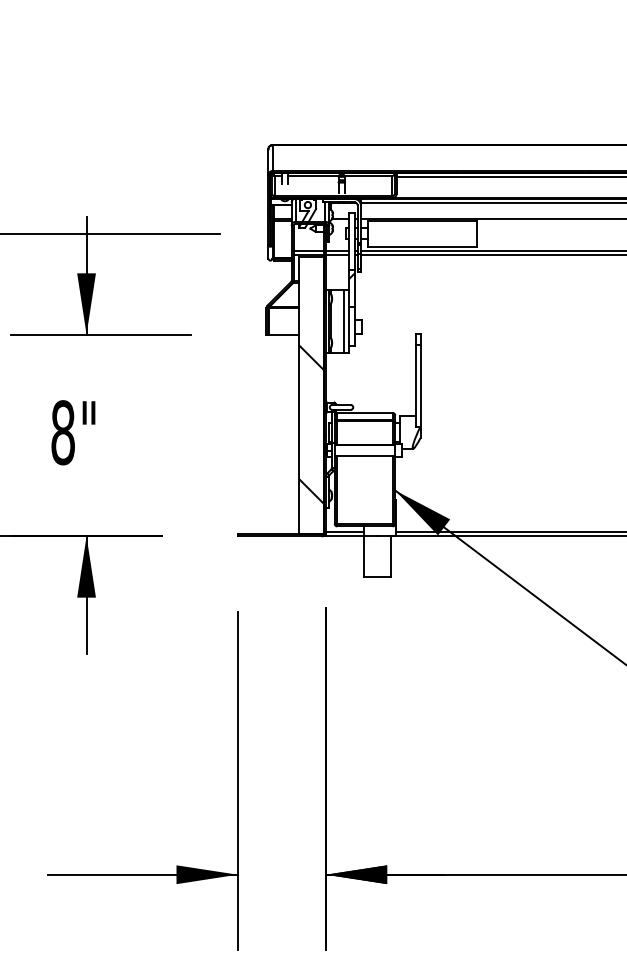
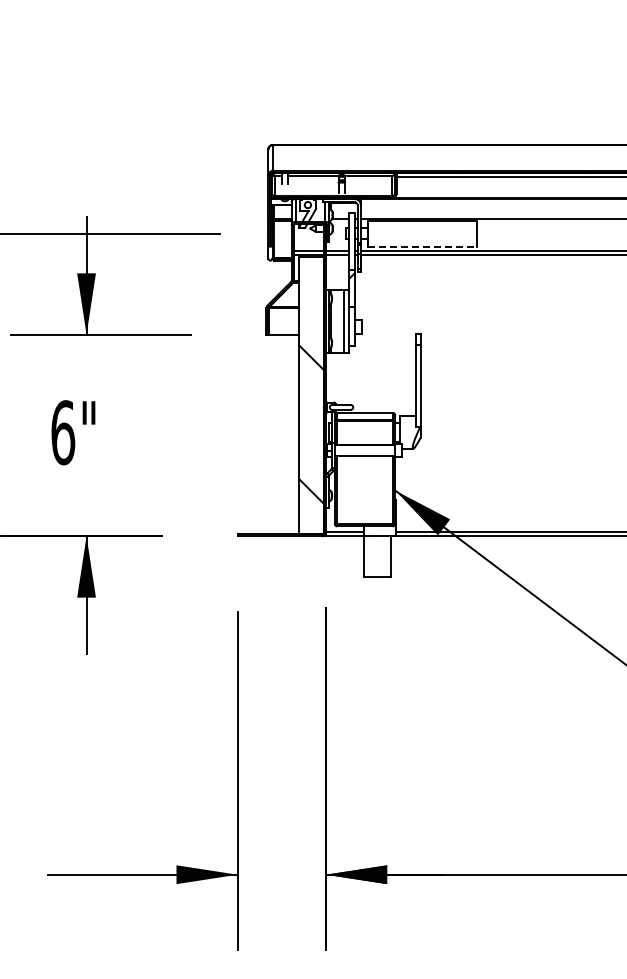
line at (491, 202): present -> none
line at (422, 246): solid -> dashed
text at (63, 432): 8" -> 6"
